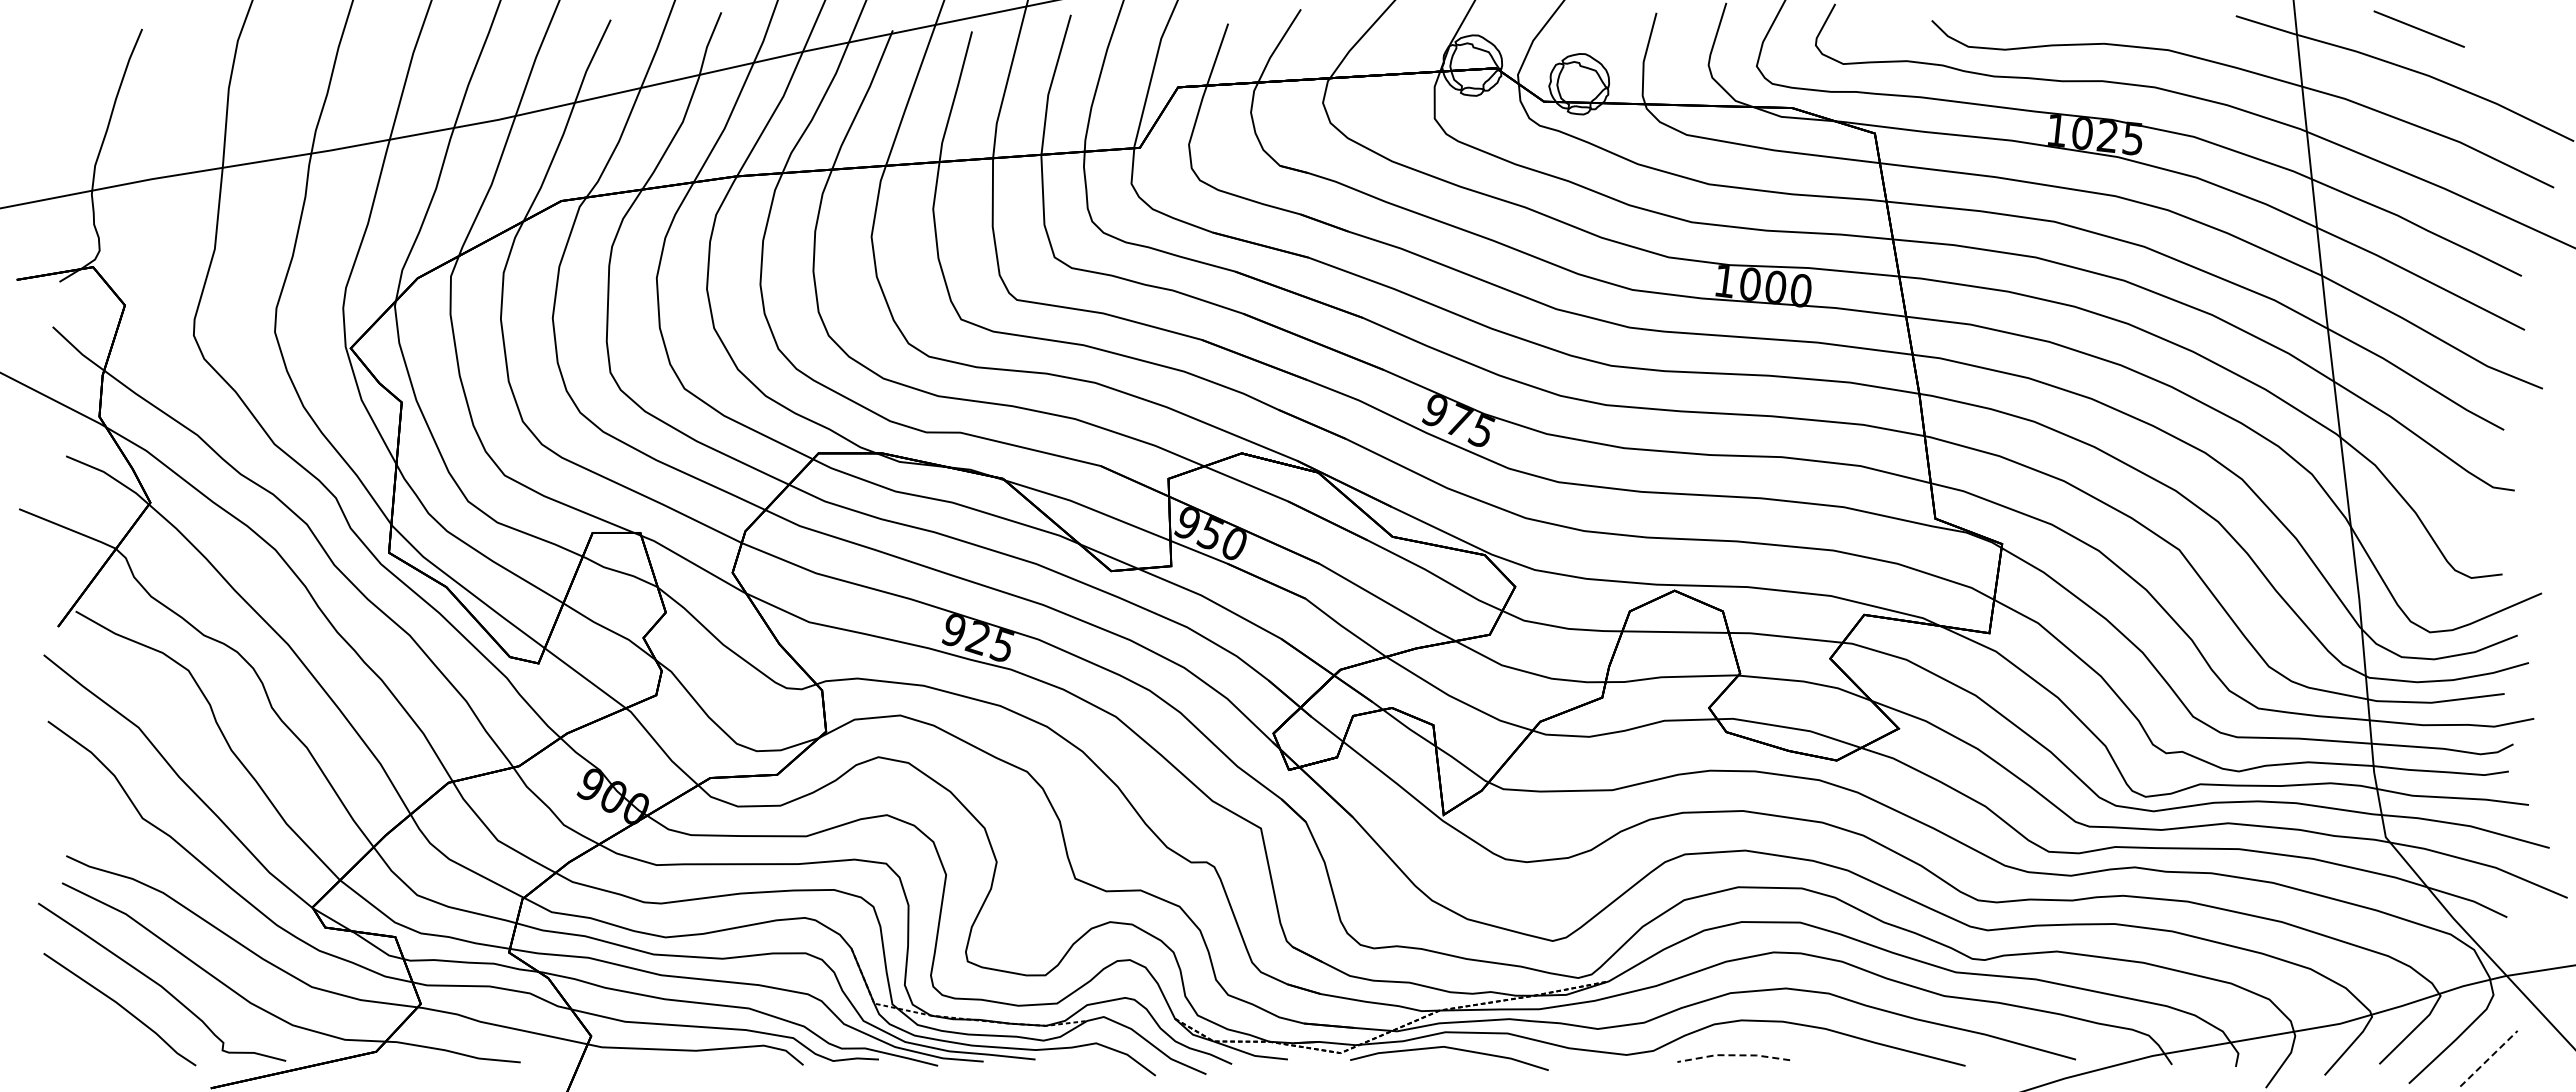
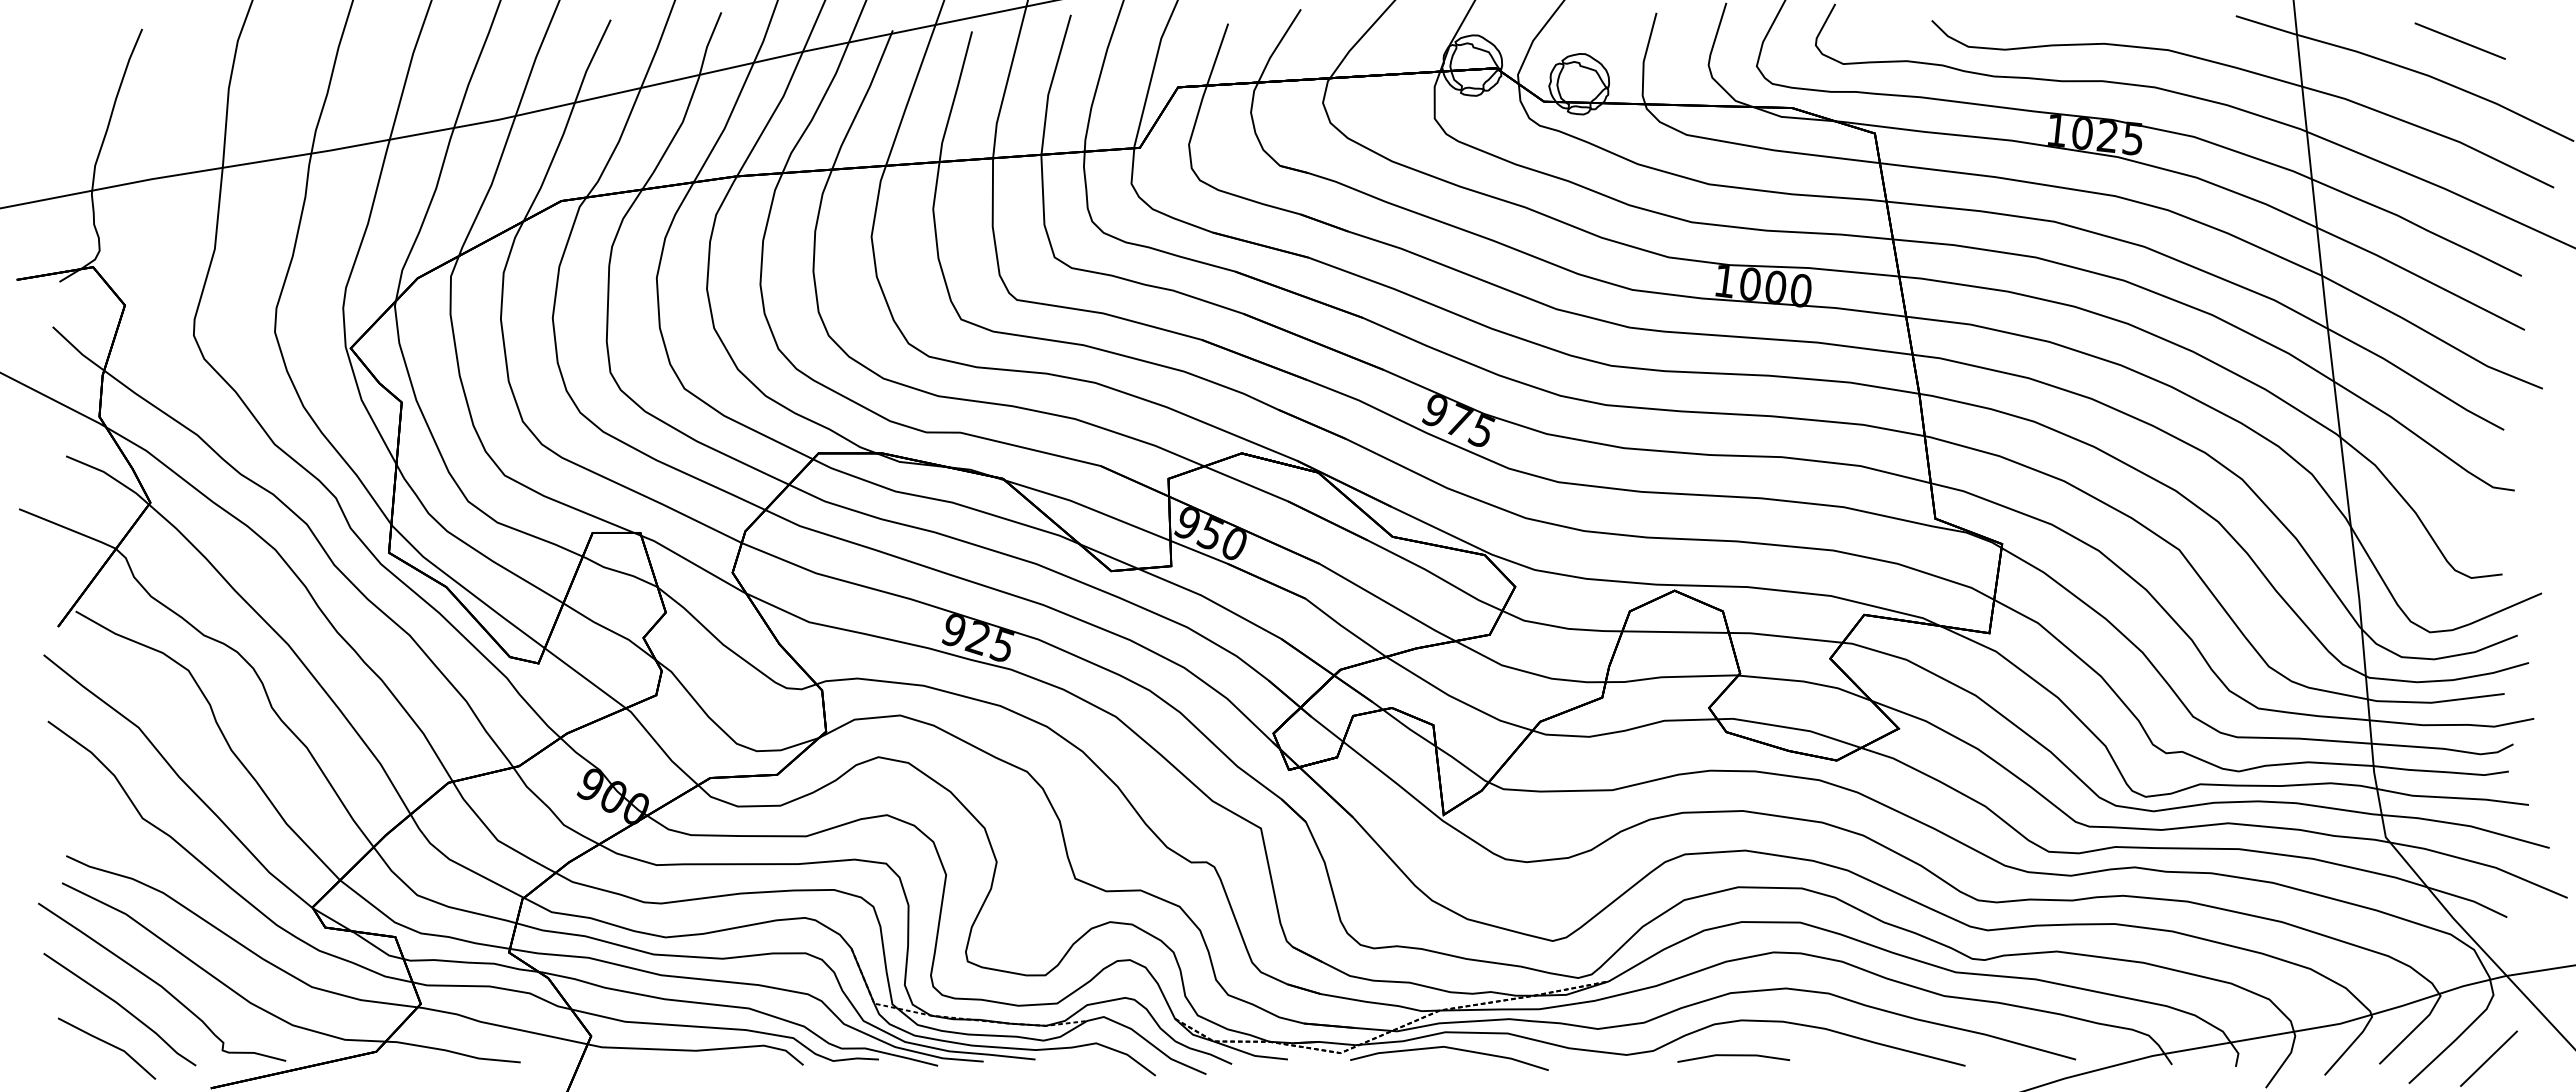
line at (2418, 28) position: (2418, 28) -> (2459, 40)
line at (109, 1045): none -> present
line at (1732, 1055): dashed -> solid
line at (2489, 1058): dashed -> solid
